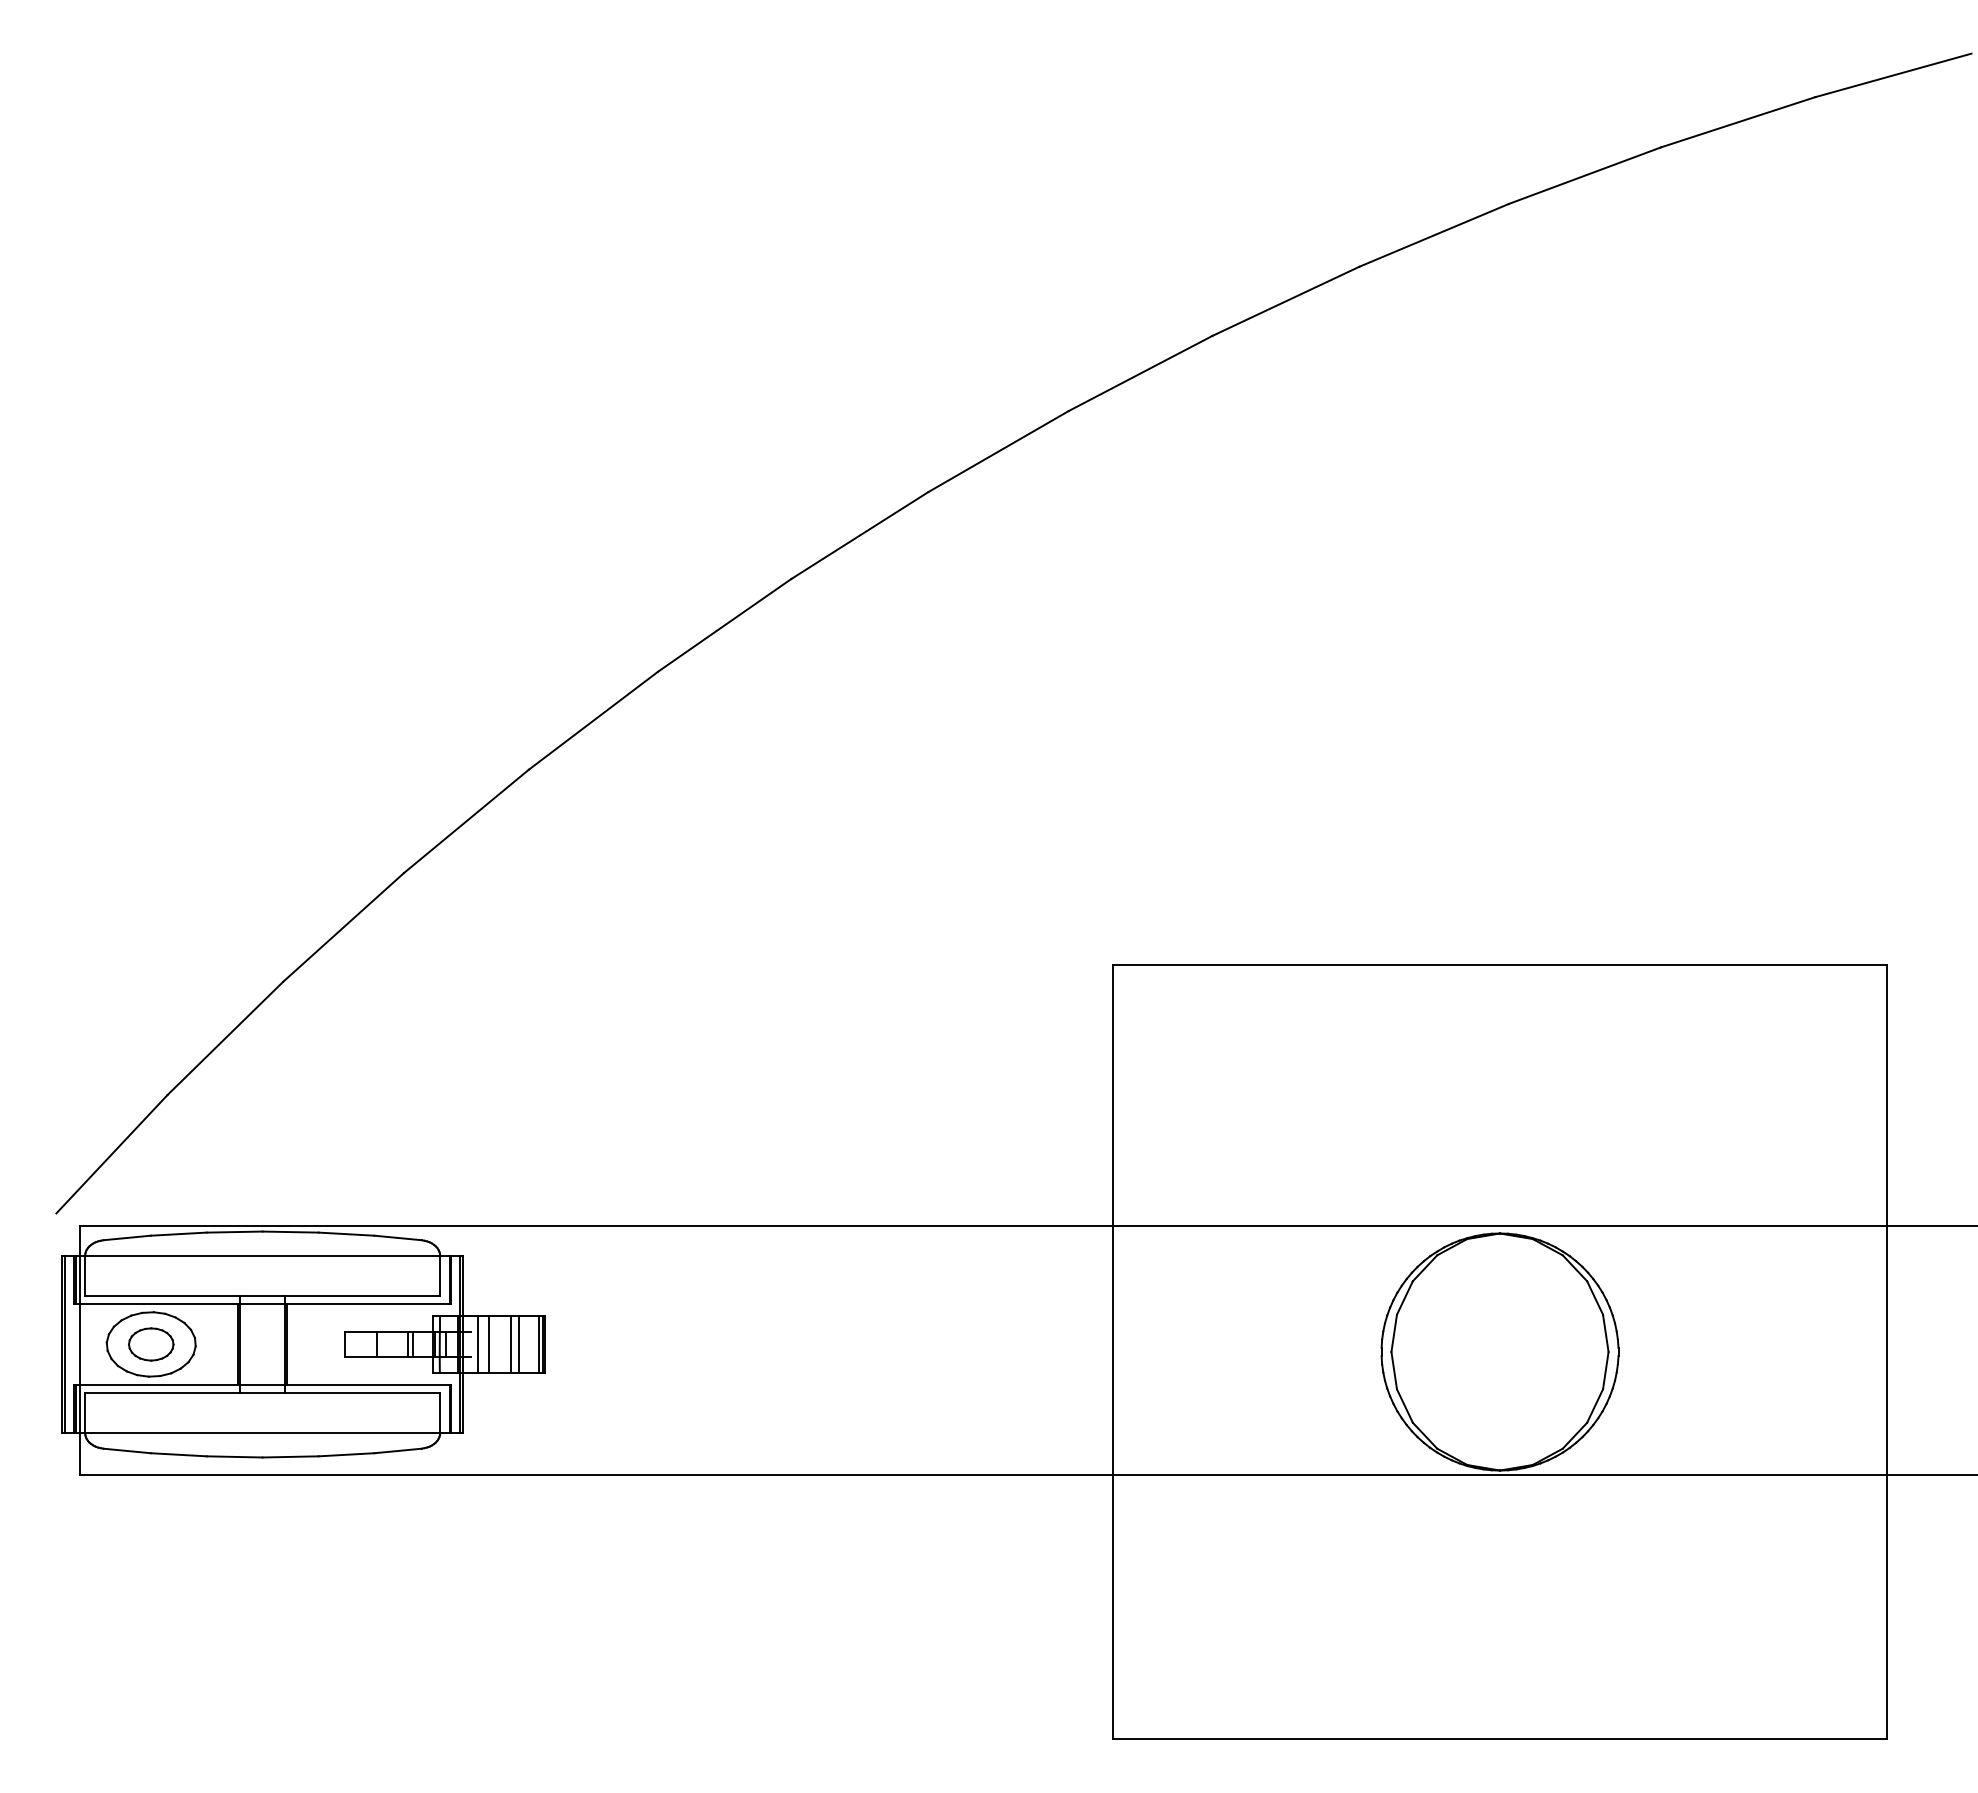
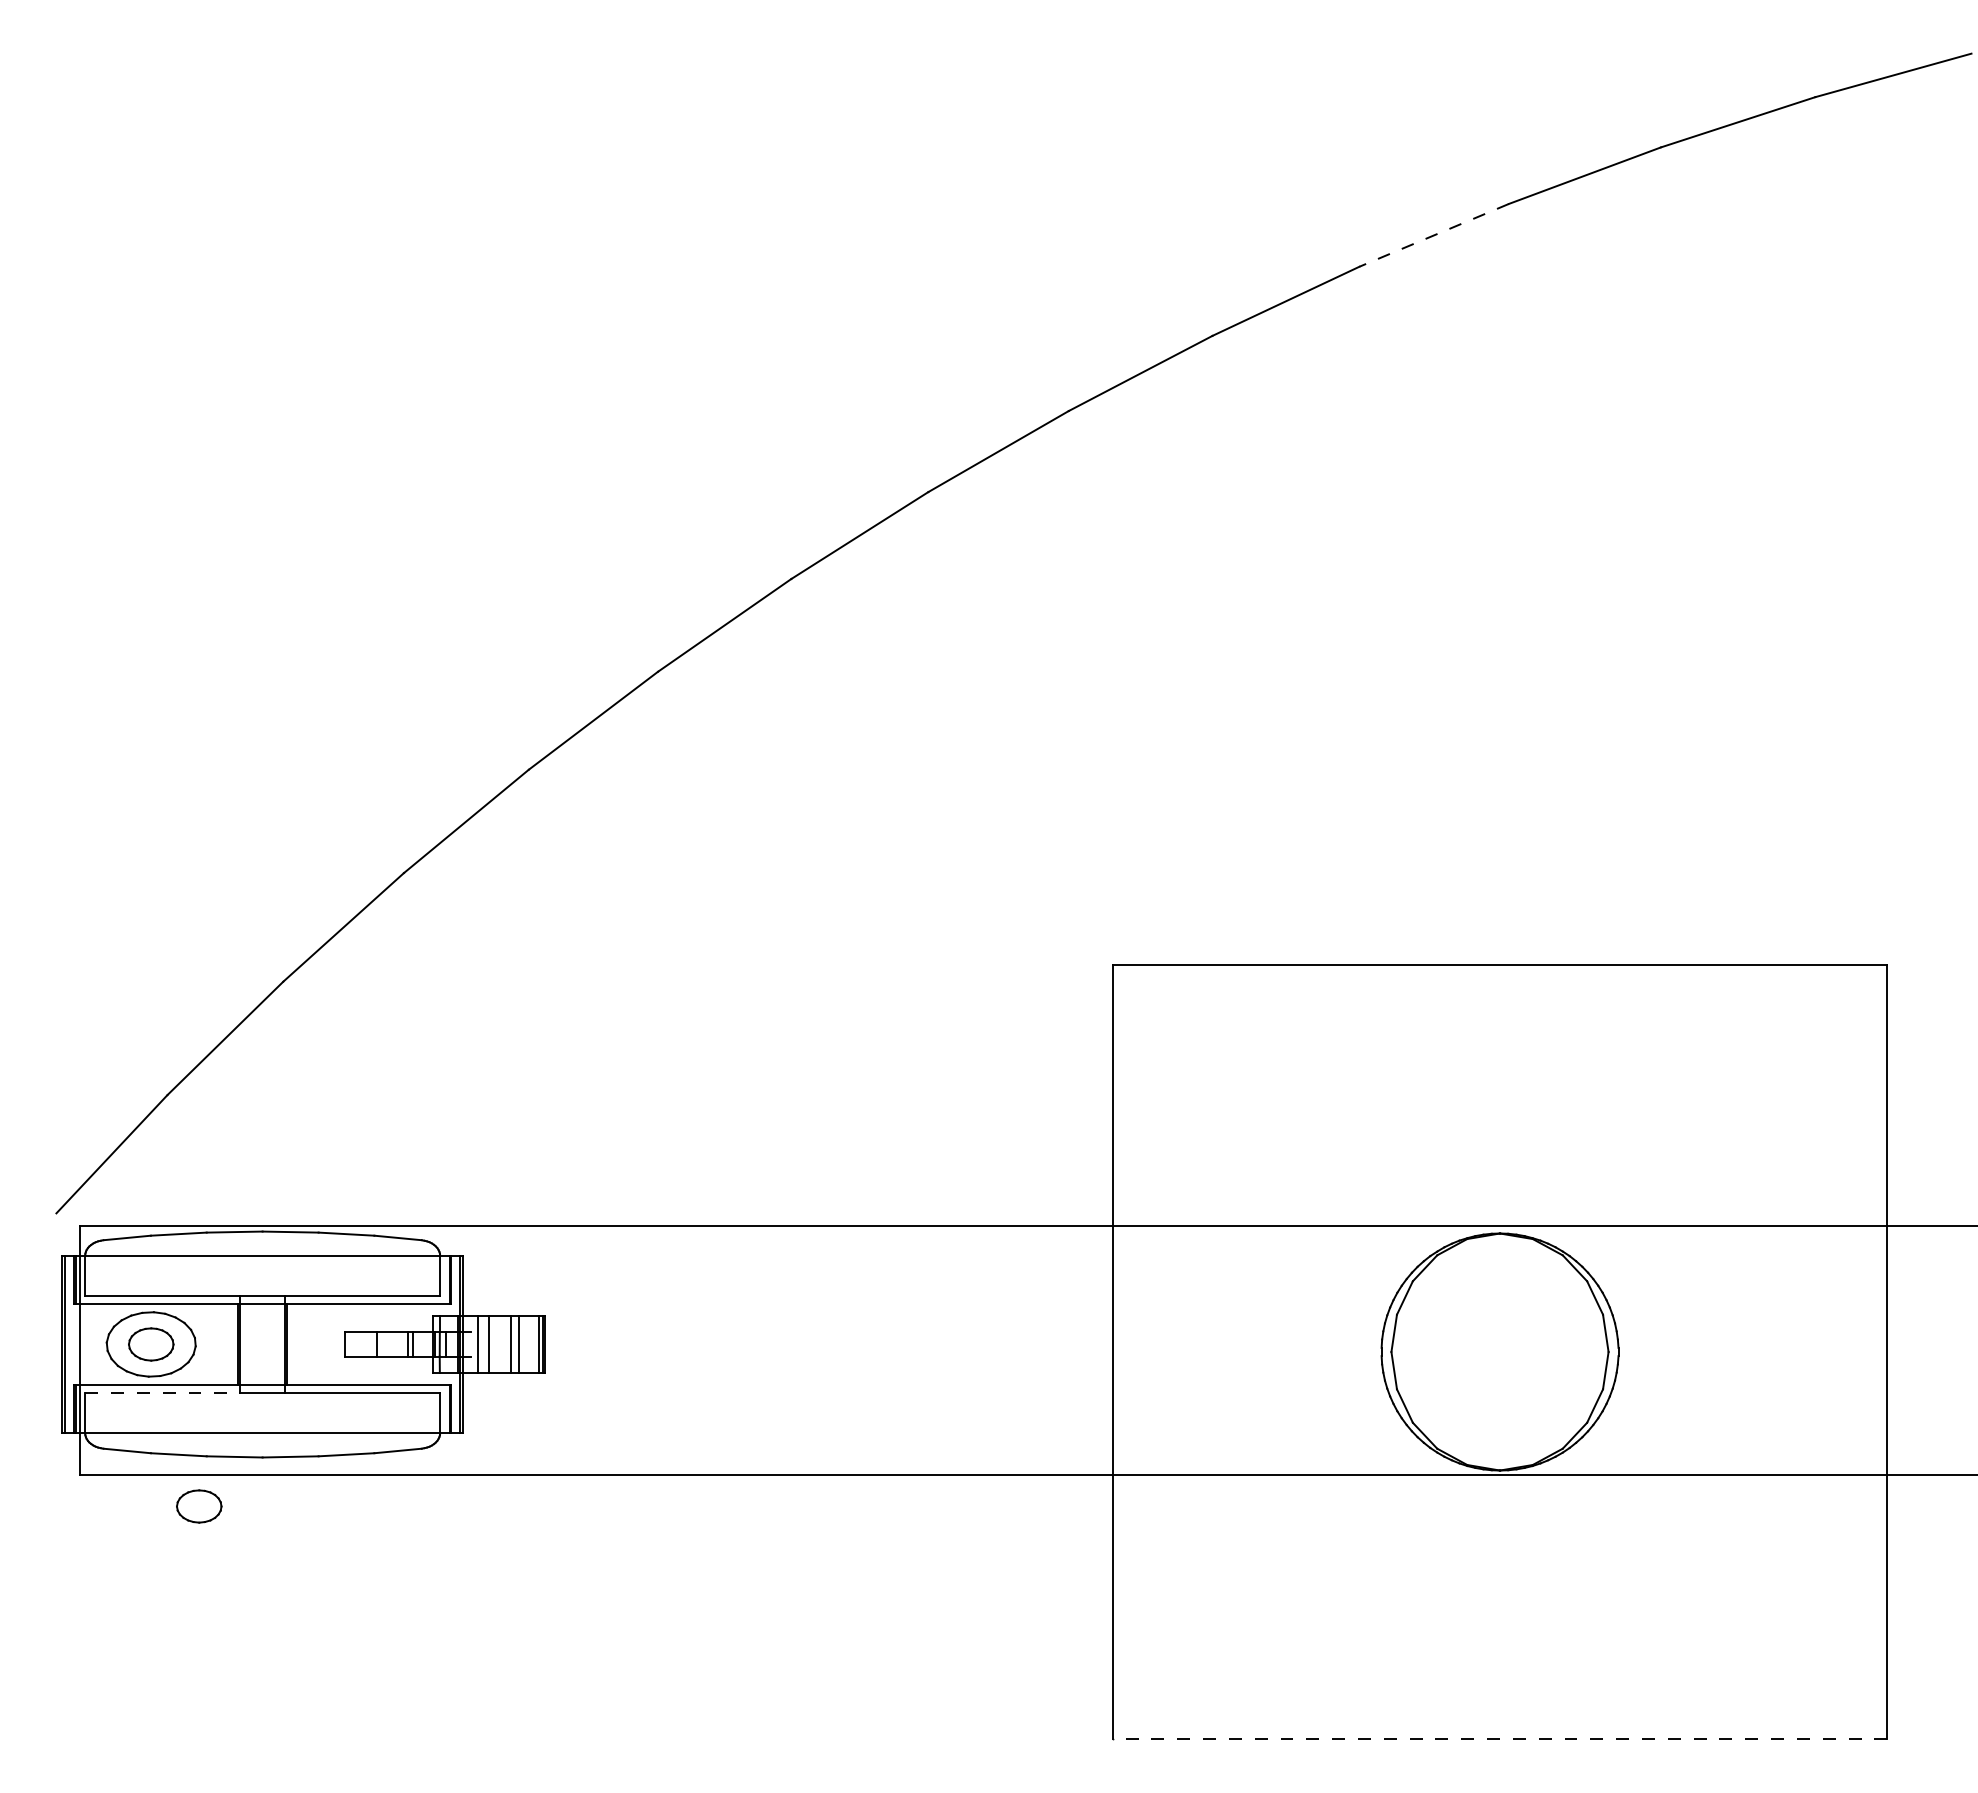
line at (1433, 235): solid -> dashed
line at (162, 1392): solid -> dashed
part at (199, 1506): none -> present
line at (1499, 1739): solid -> dashed
